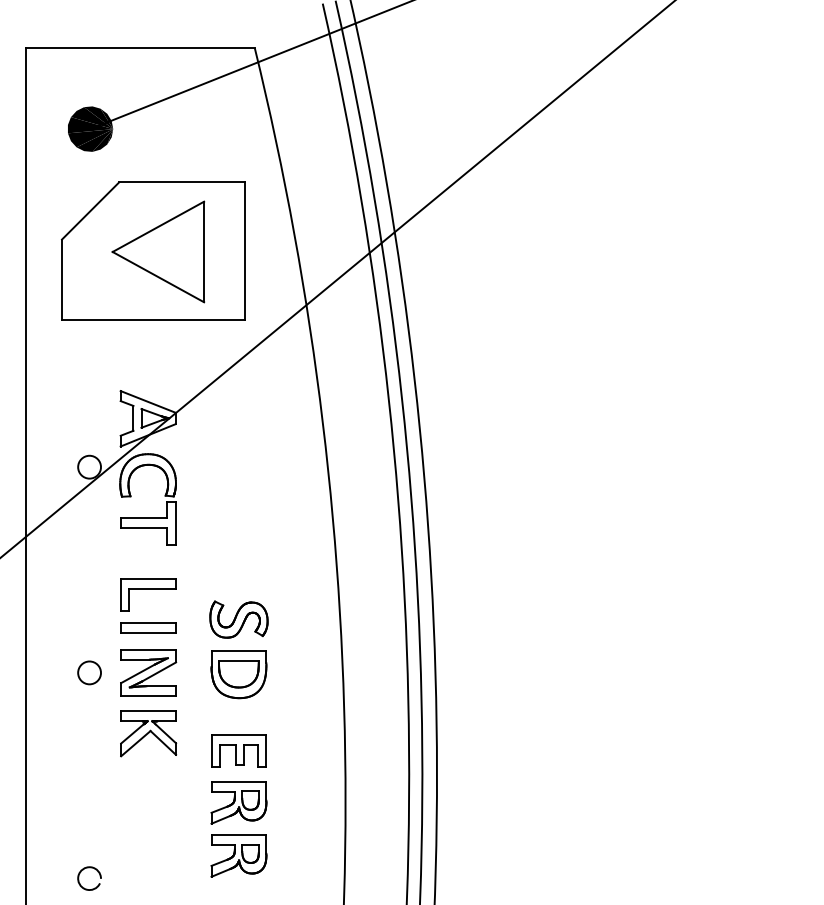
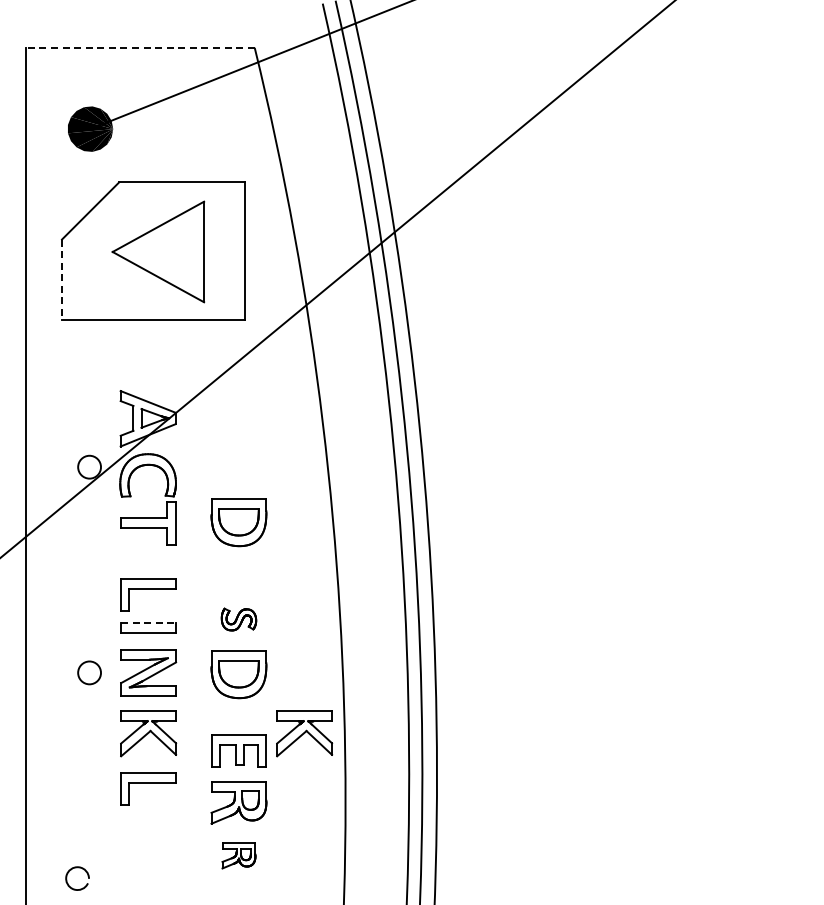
line at (140, 47): solid -> dashed
line at (62, 279): solid -> dashed
part at (238, 522): none -> present
part at (238, 619) size: 60x39 px -> 38x25 px
line at (149, 623): solid -> dashed
part at (304, 733): none -> present
part at (148, 788): none -> present
part at (238, 855) size: 58x44 px -> 36x28 px
arc at (89, 868) position: (89, 868) -> (77, 868)
